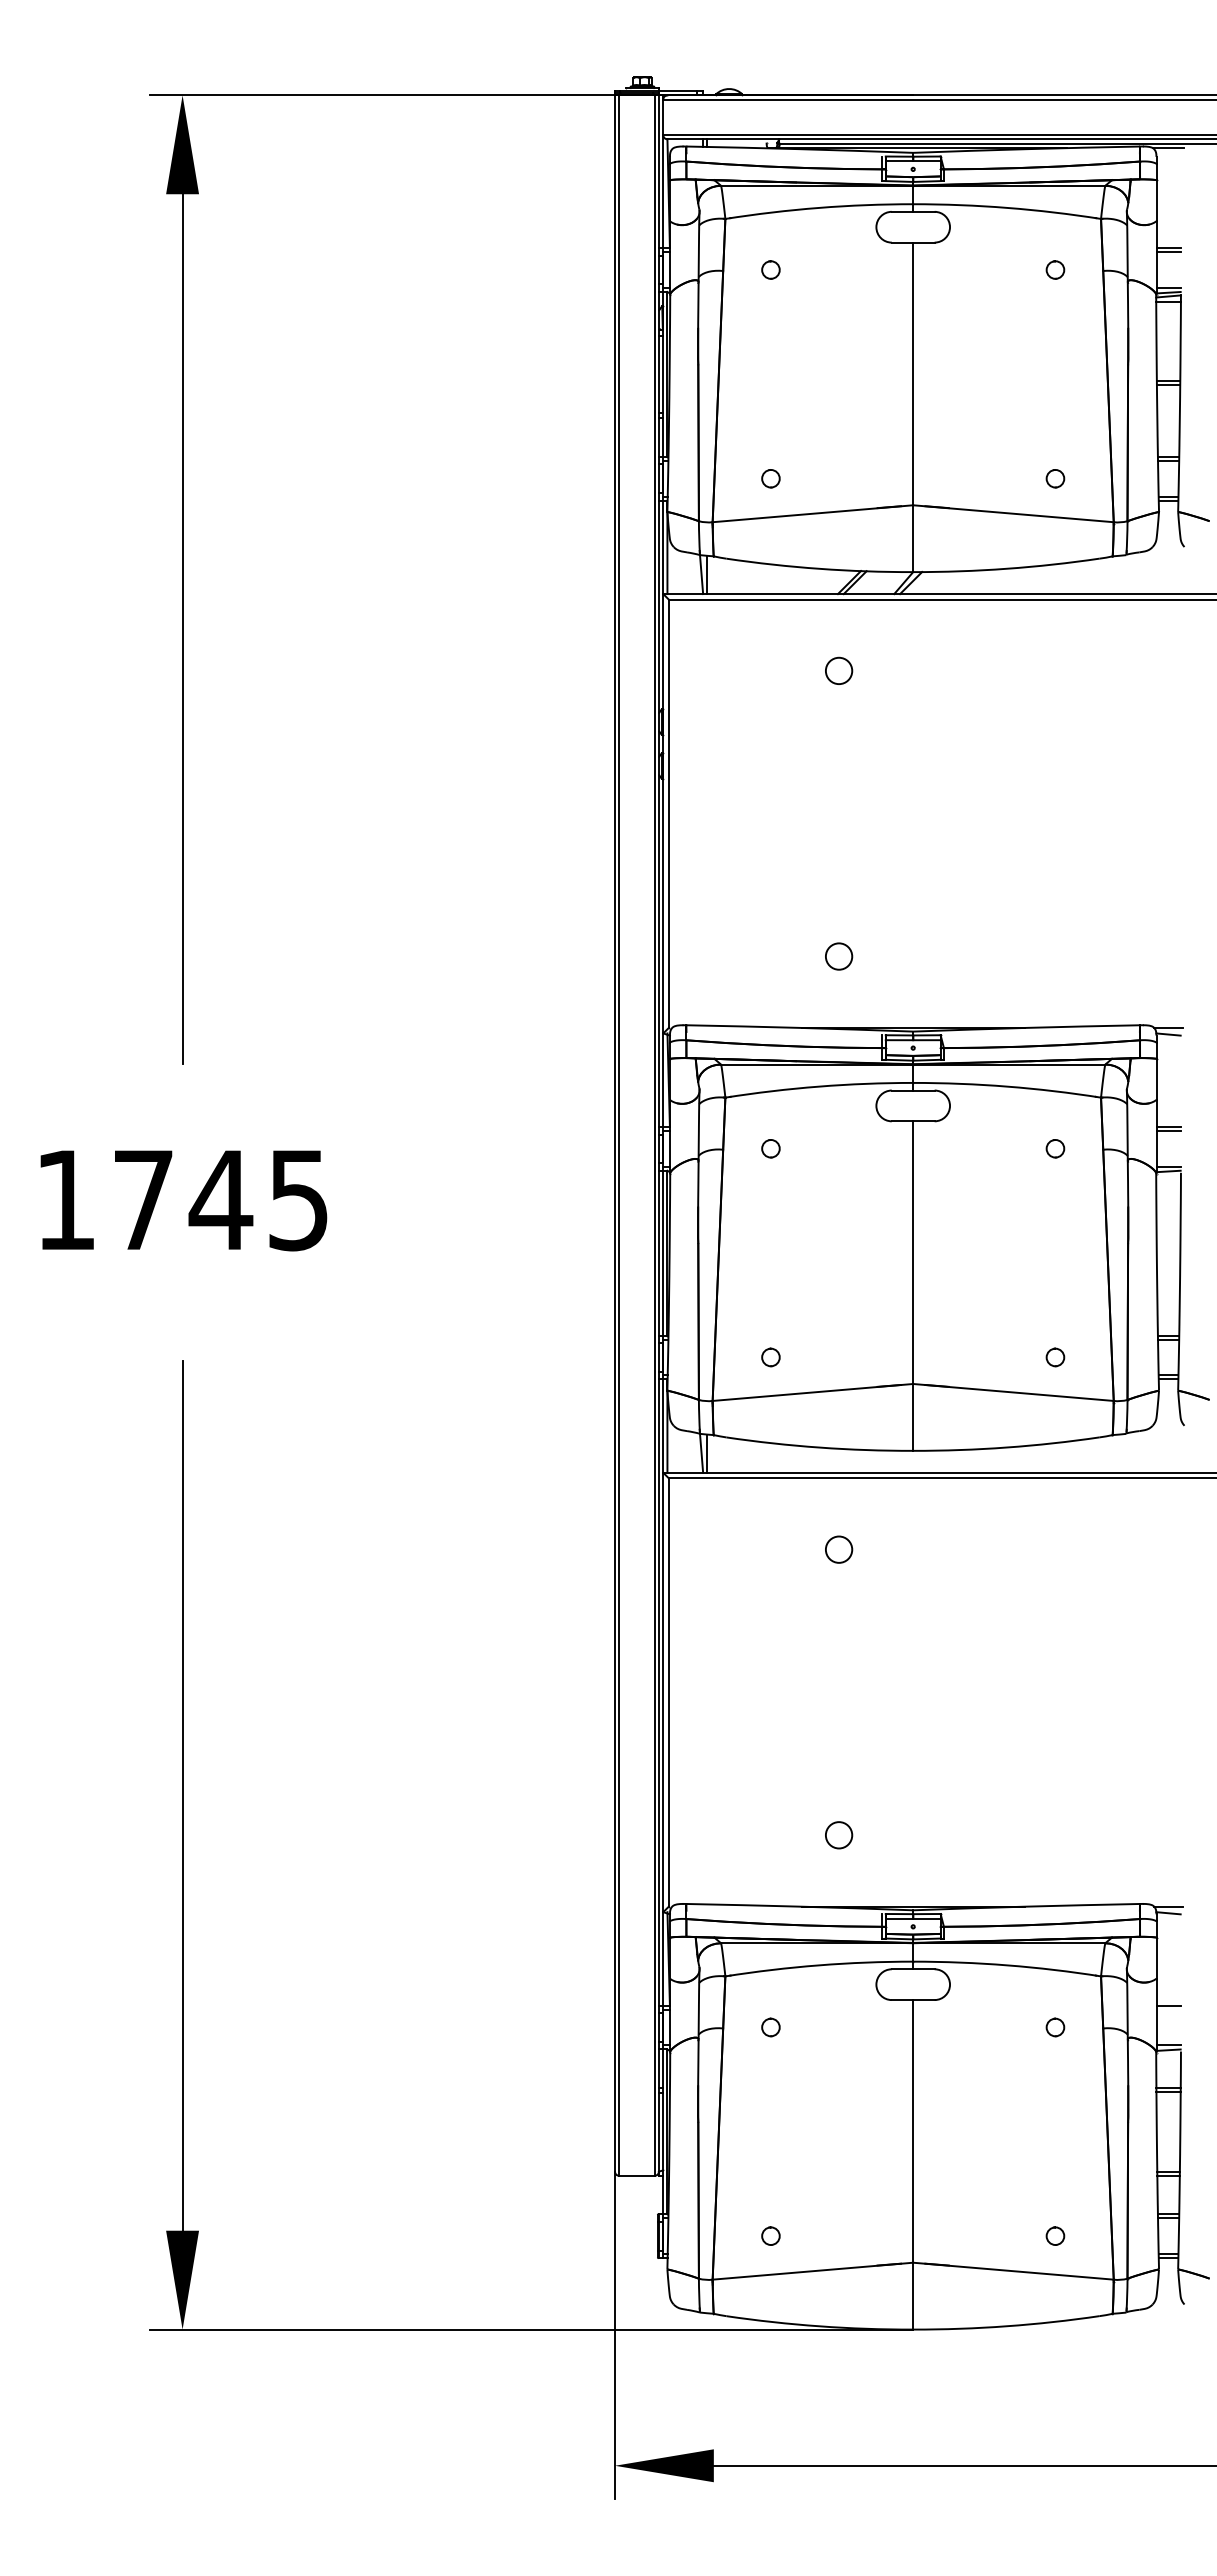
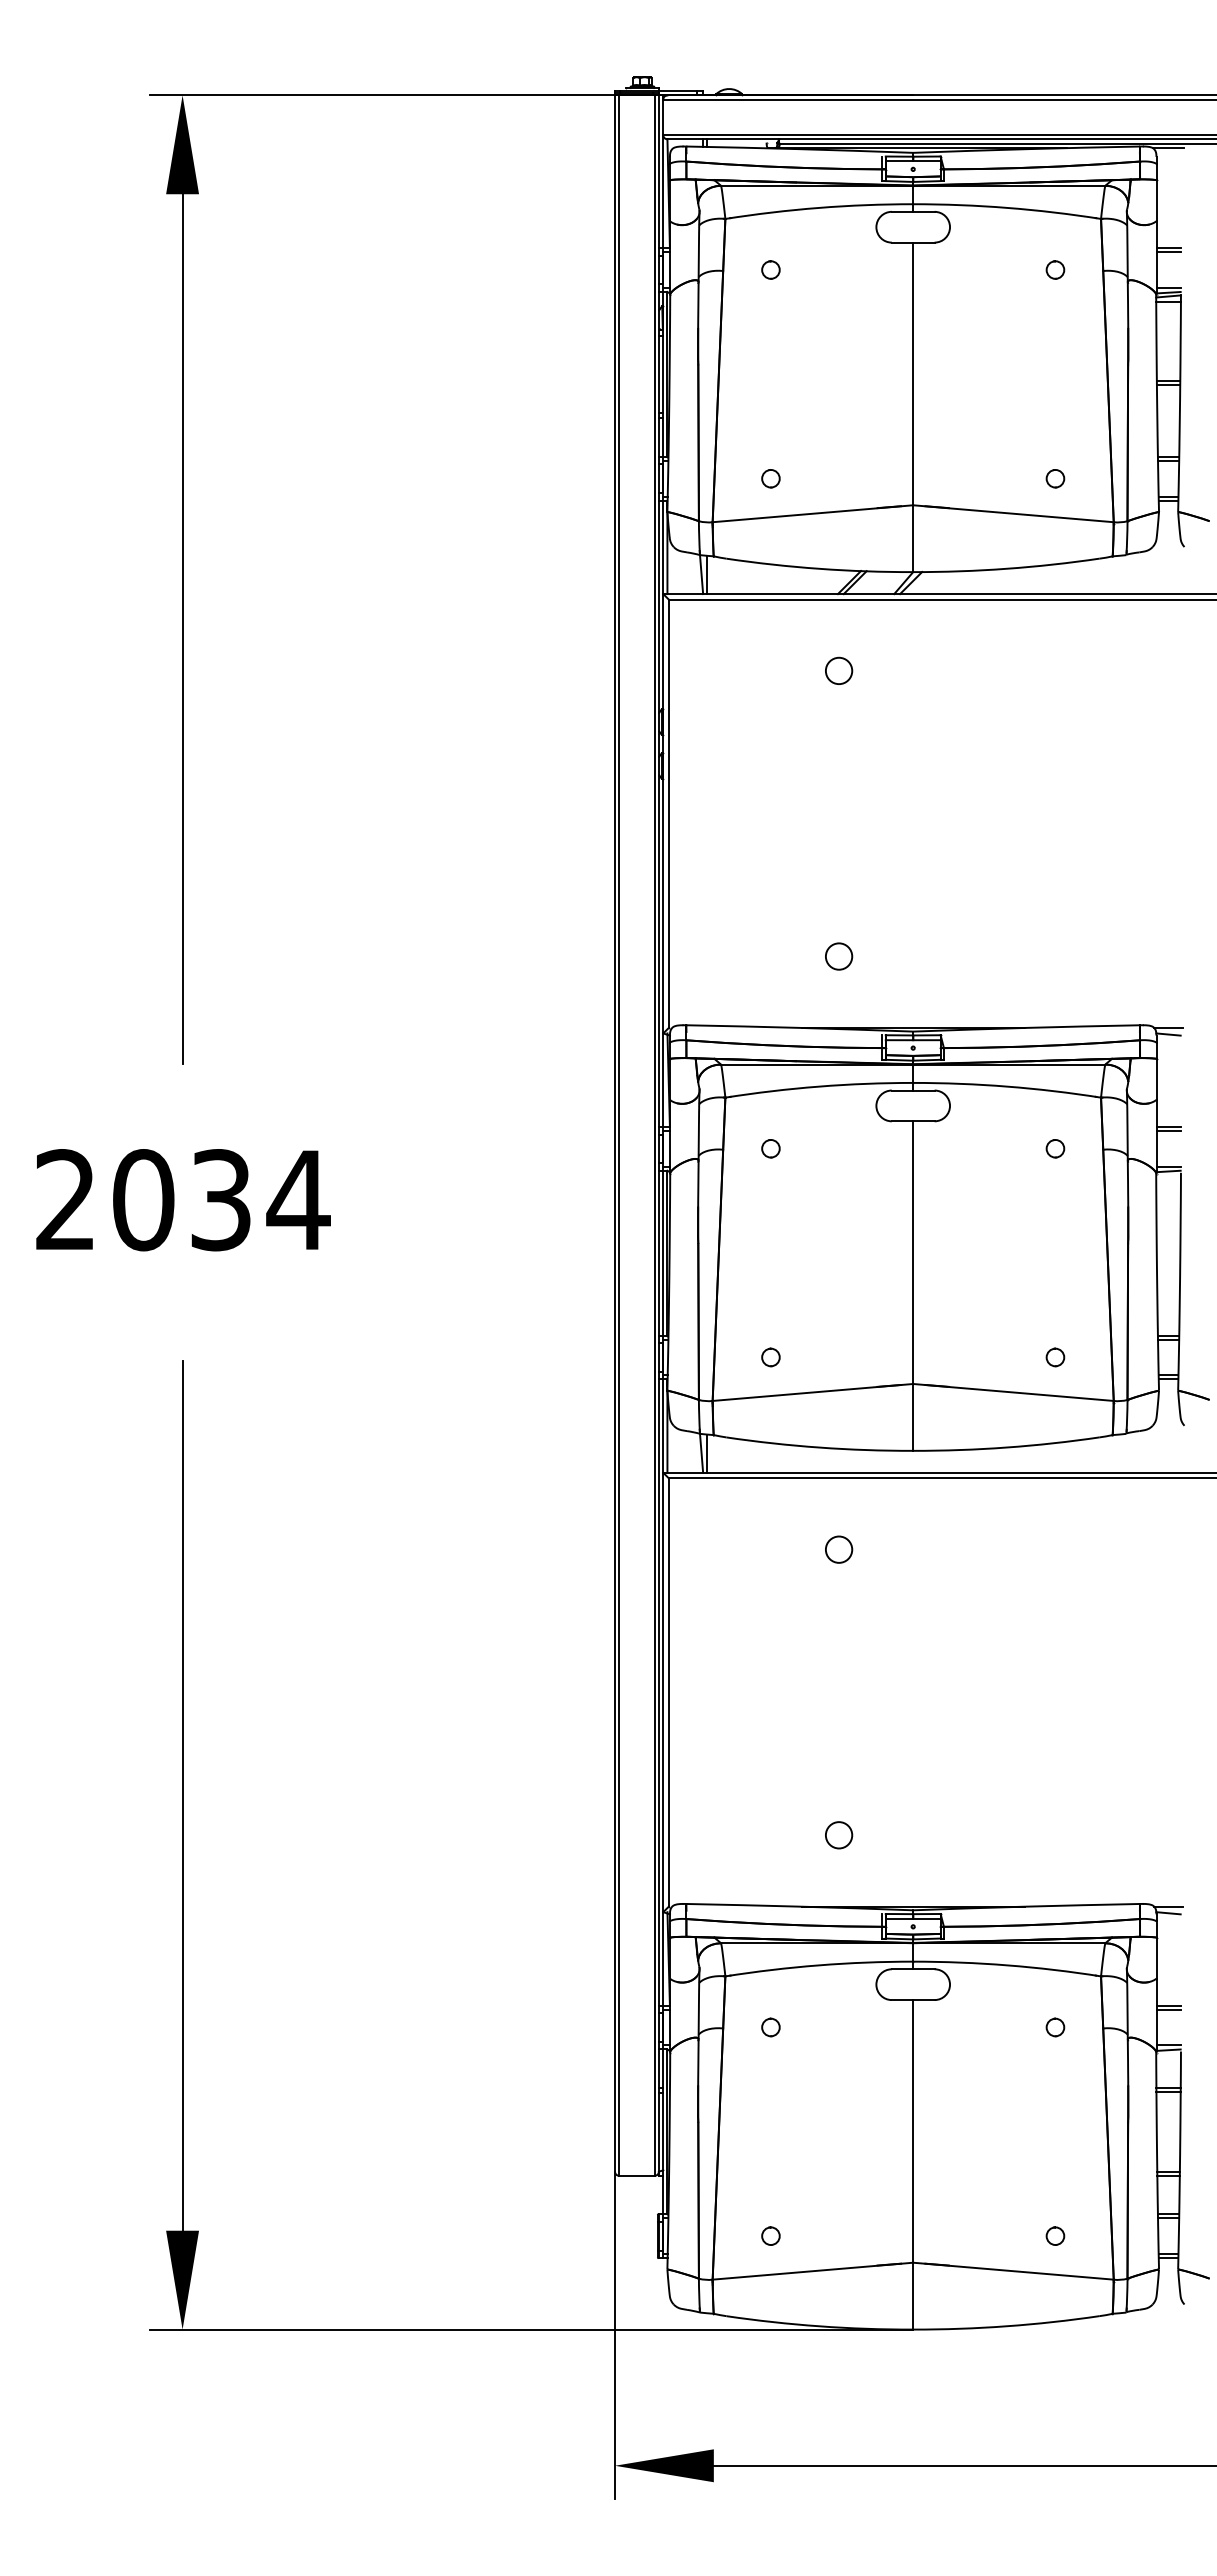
text at (183, 1200): 1745 -> 2034
line at (1168, 2009): none -> present
